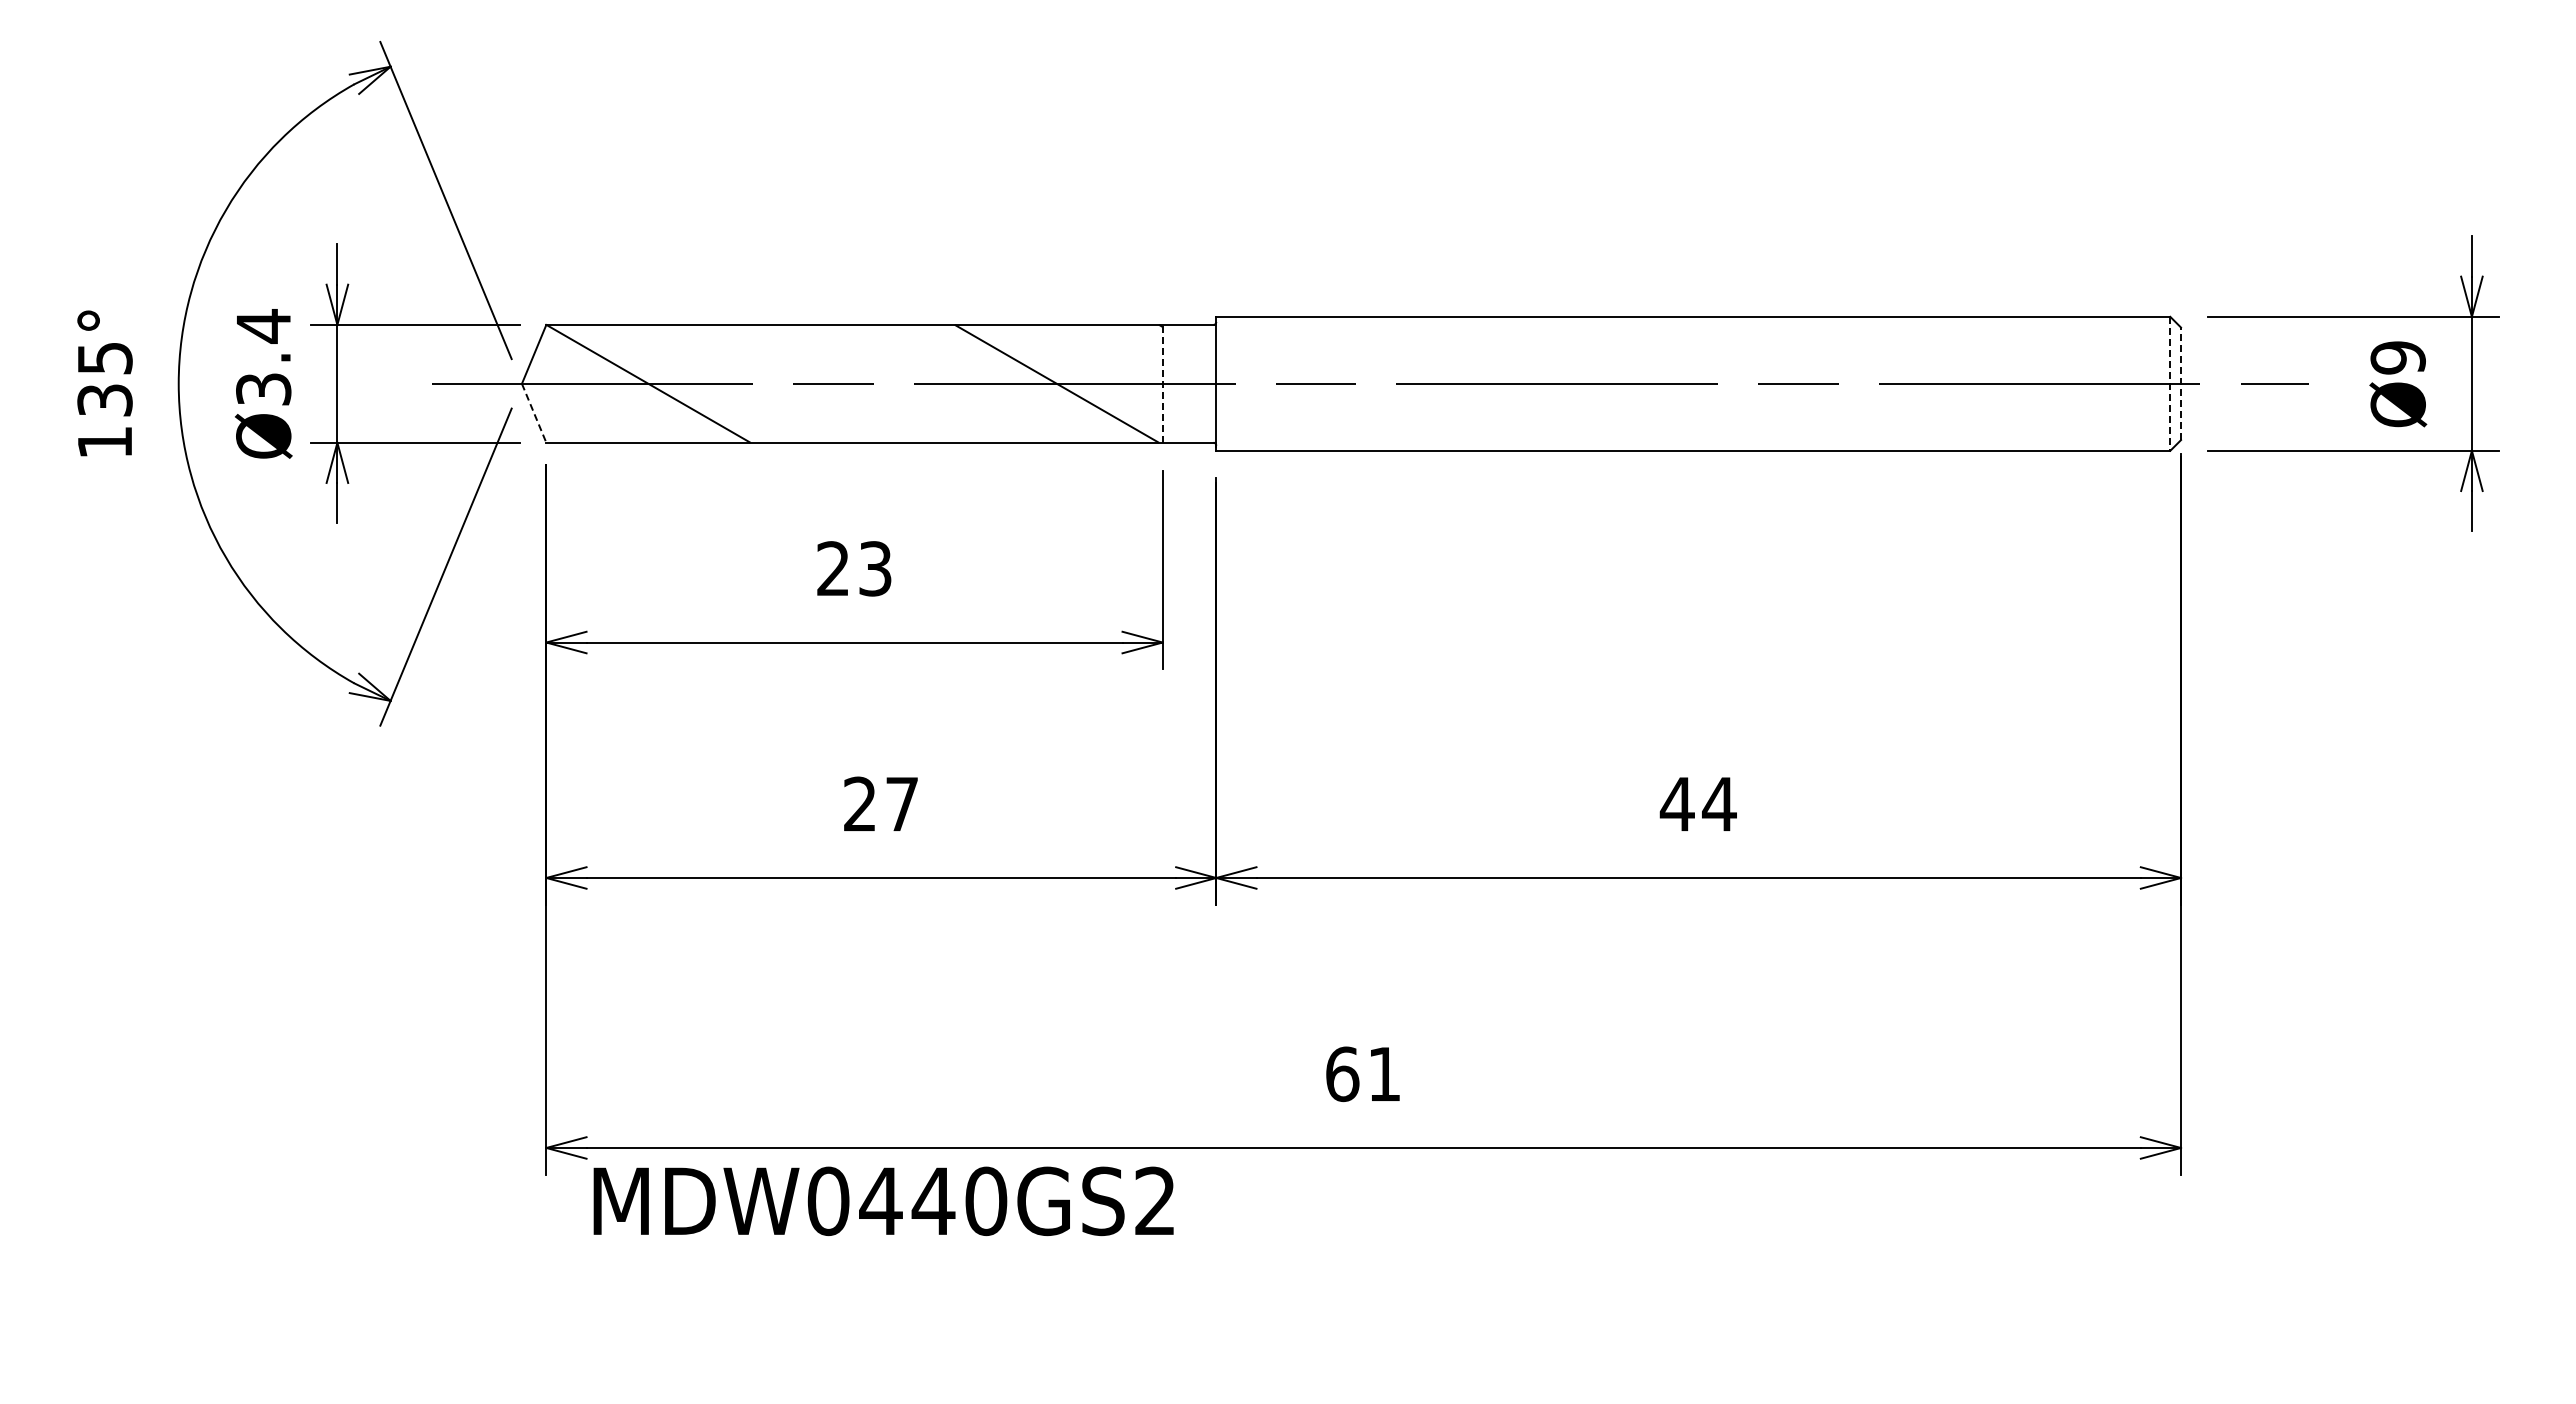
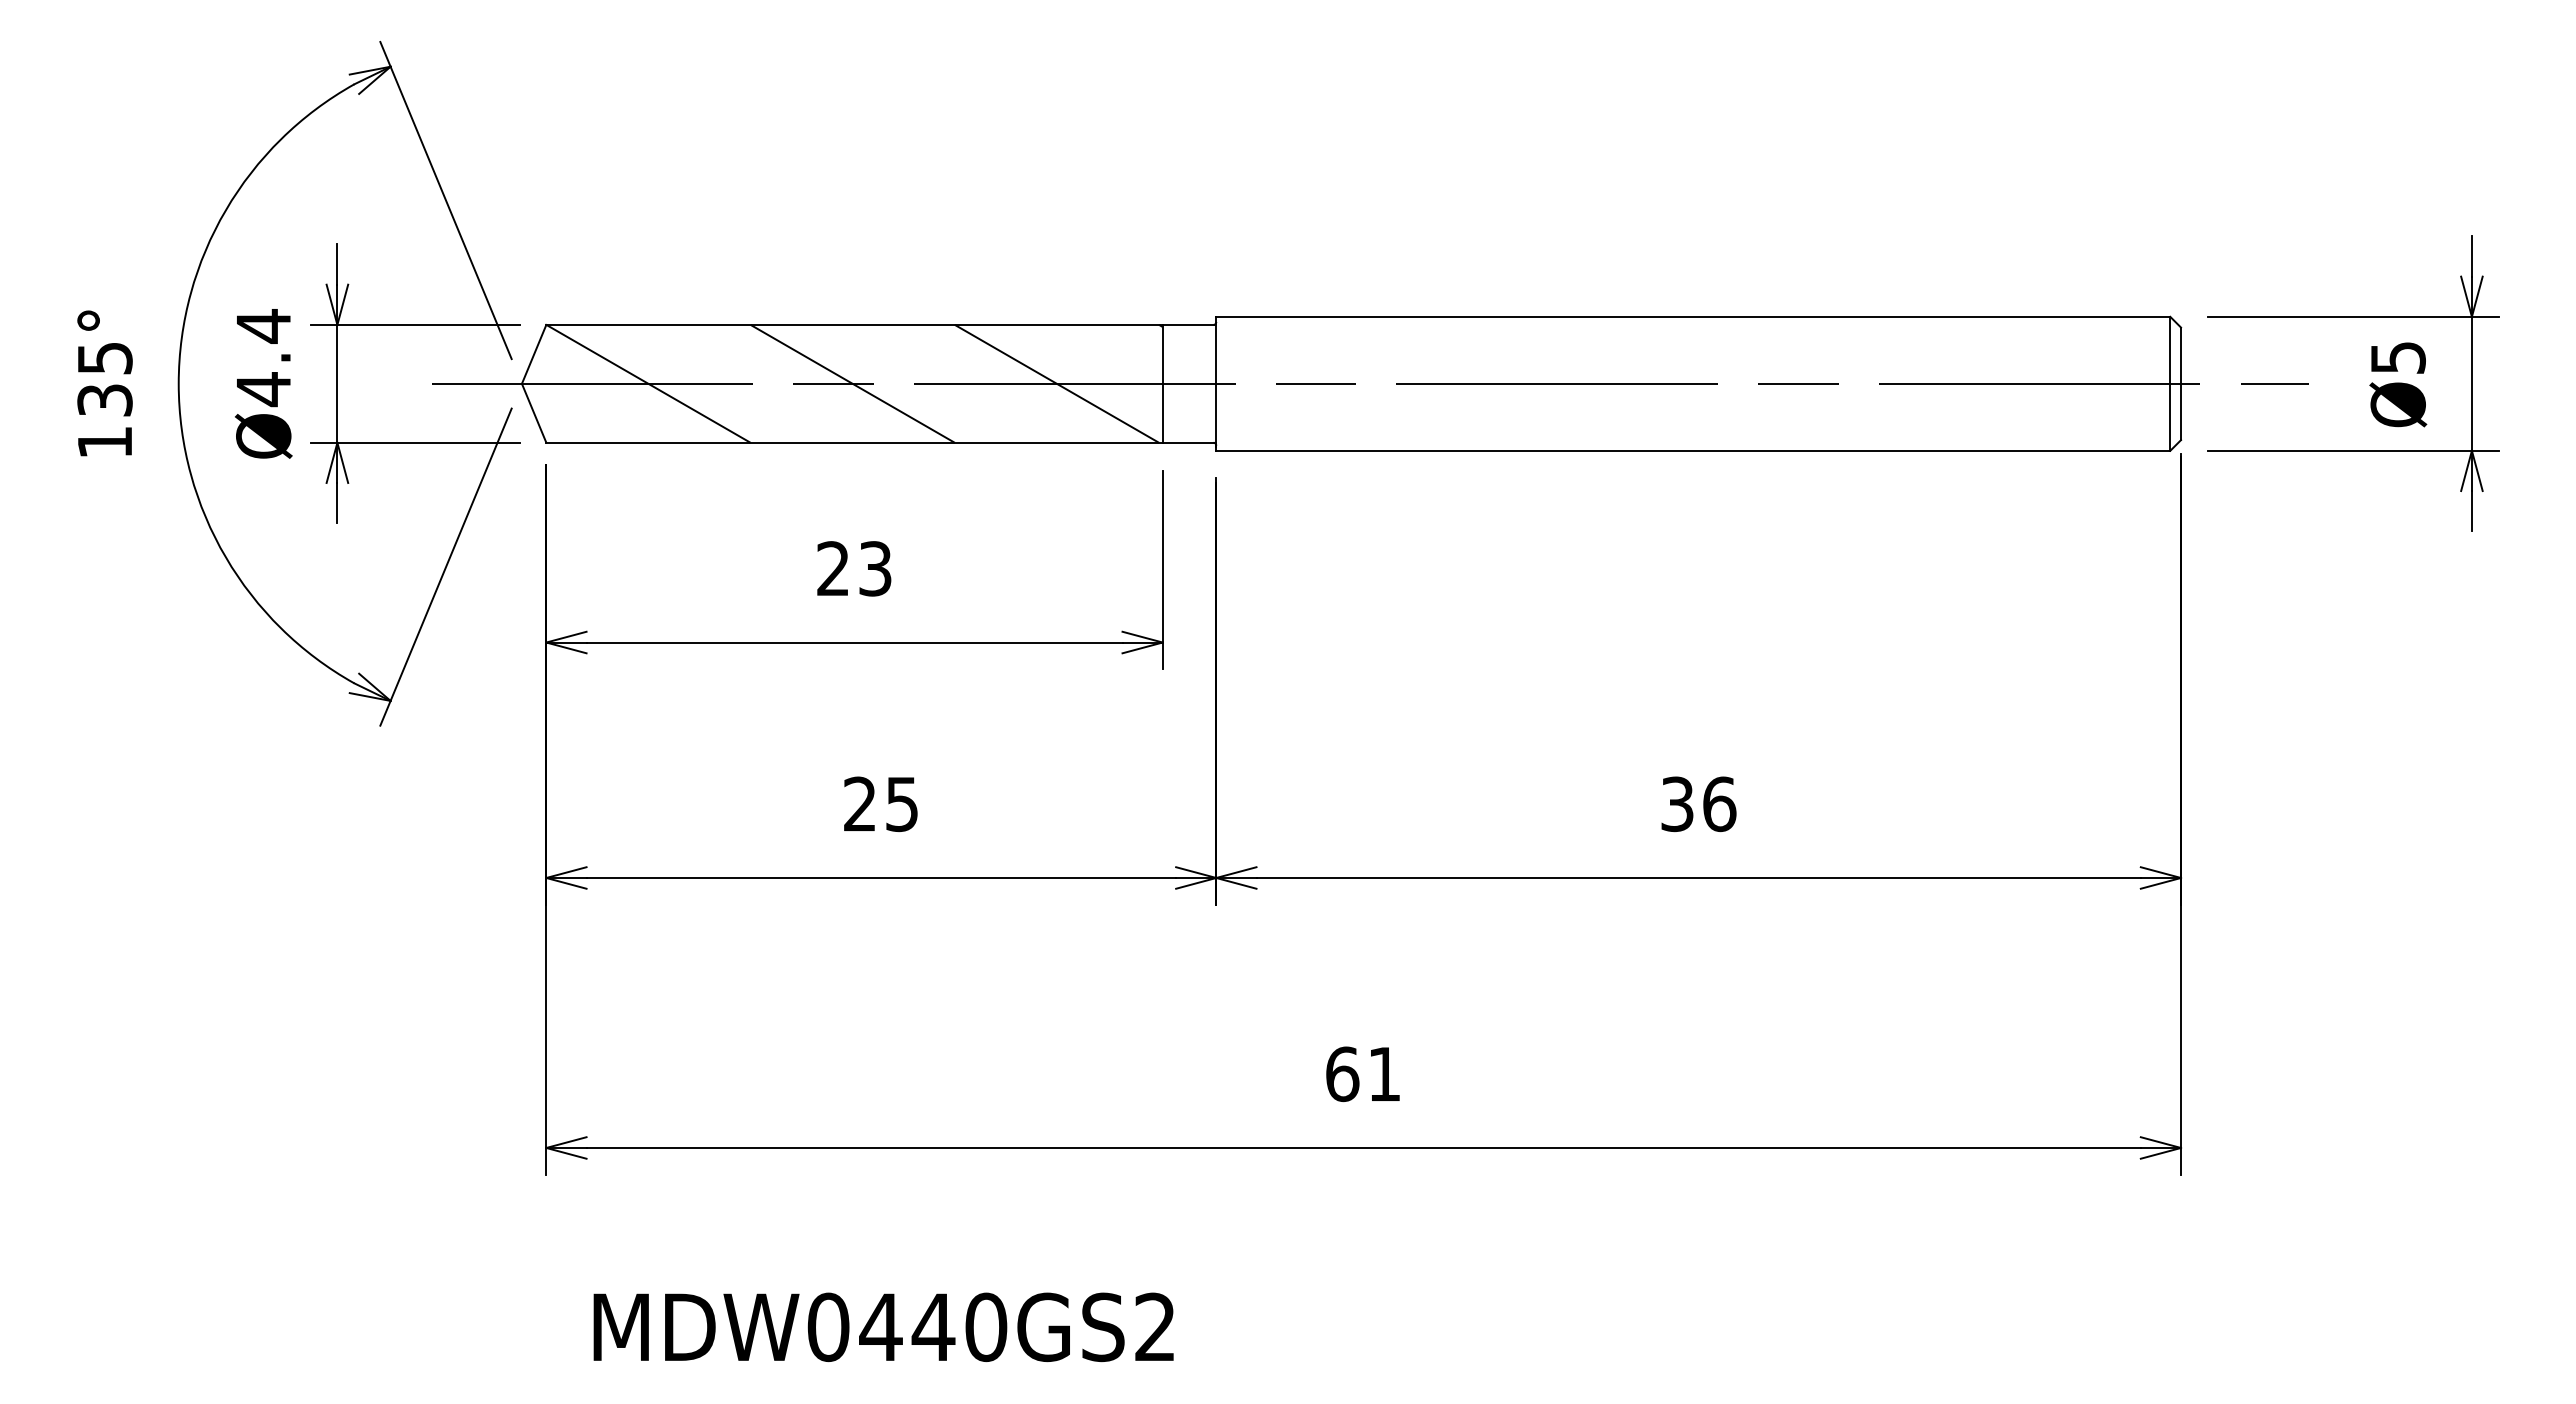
text at (2397, 357): Ø9 -> Ø5
line at (852, 383): none -> present
line at (1162, 383): dashed -> solid
line at (2170, 383): dashed -> solid
line at (2181, 383): dashed -> solid
text at (263, 389): Ø3.4 -> Ø4.4
line at (534, 413): dashed -> solid
text at (901, 804): 27 -> 25
text at (1697, 804): 44 -> 36
text at (883, 1201) position: (883, 1201) -> (883, 1327)
